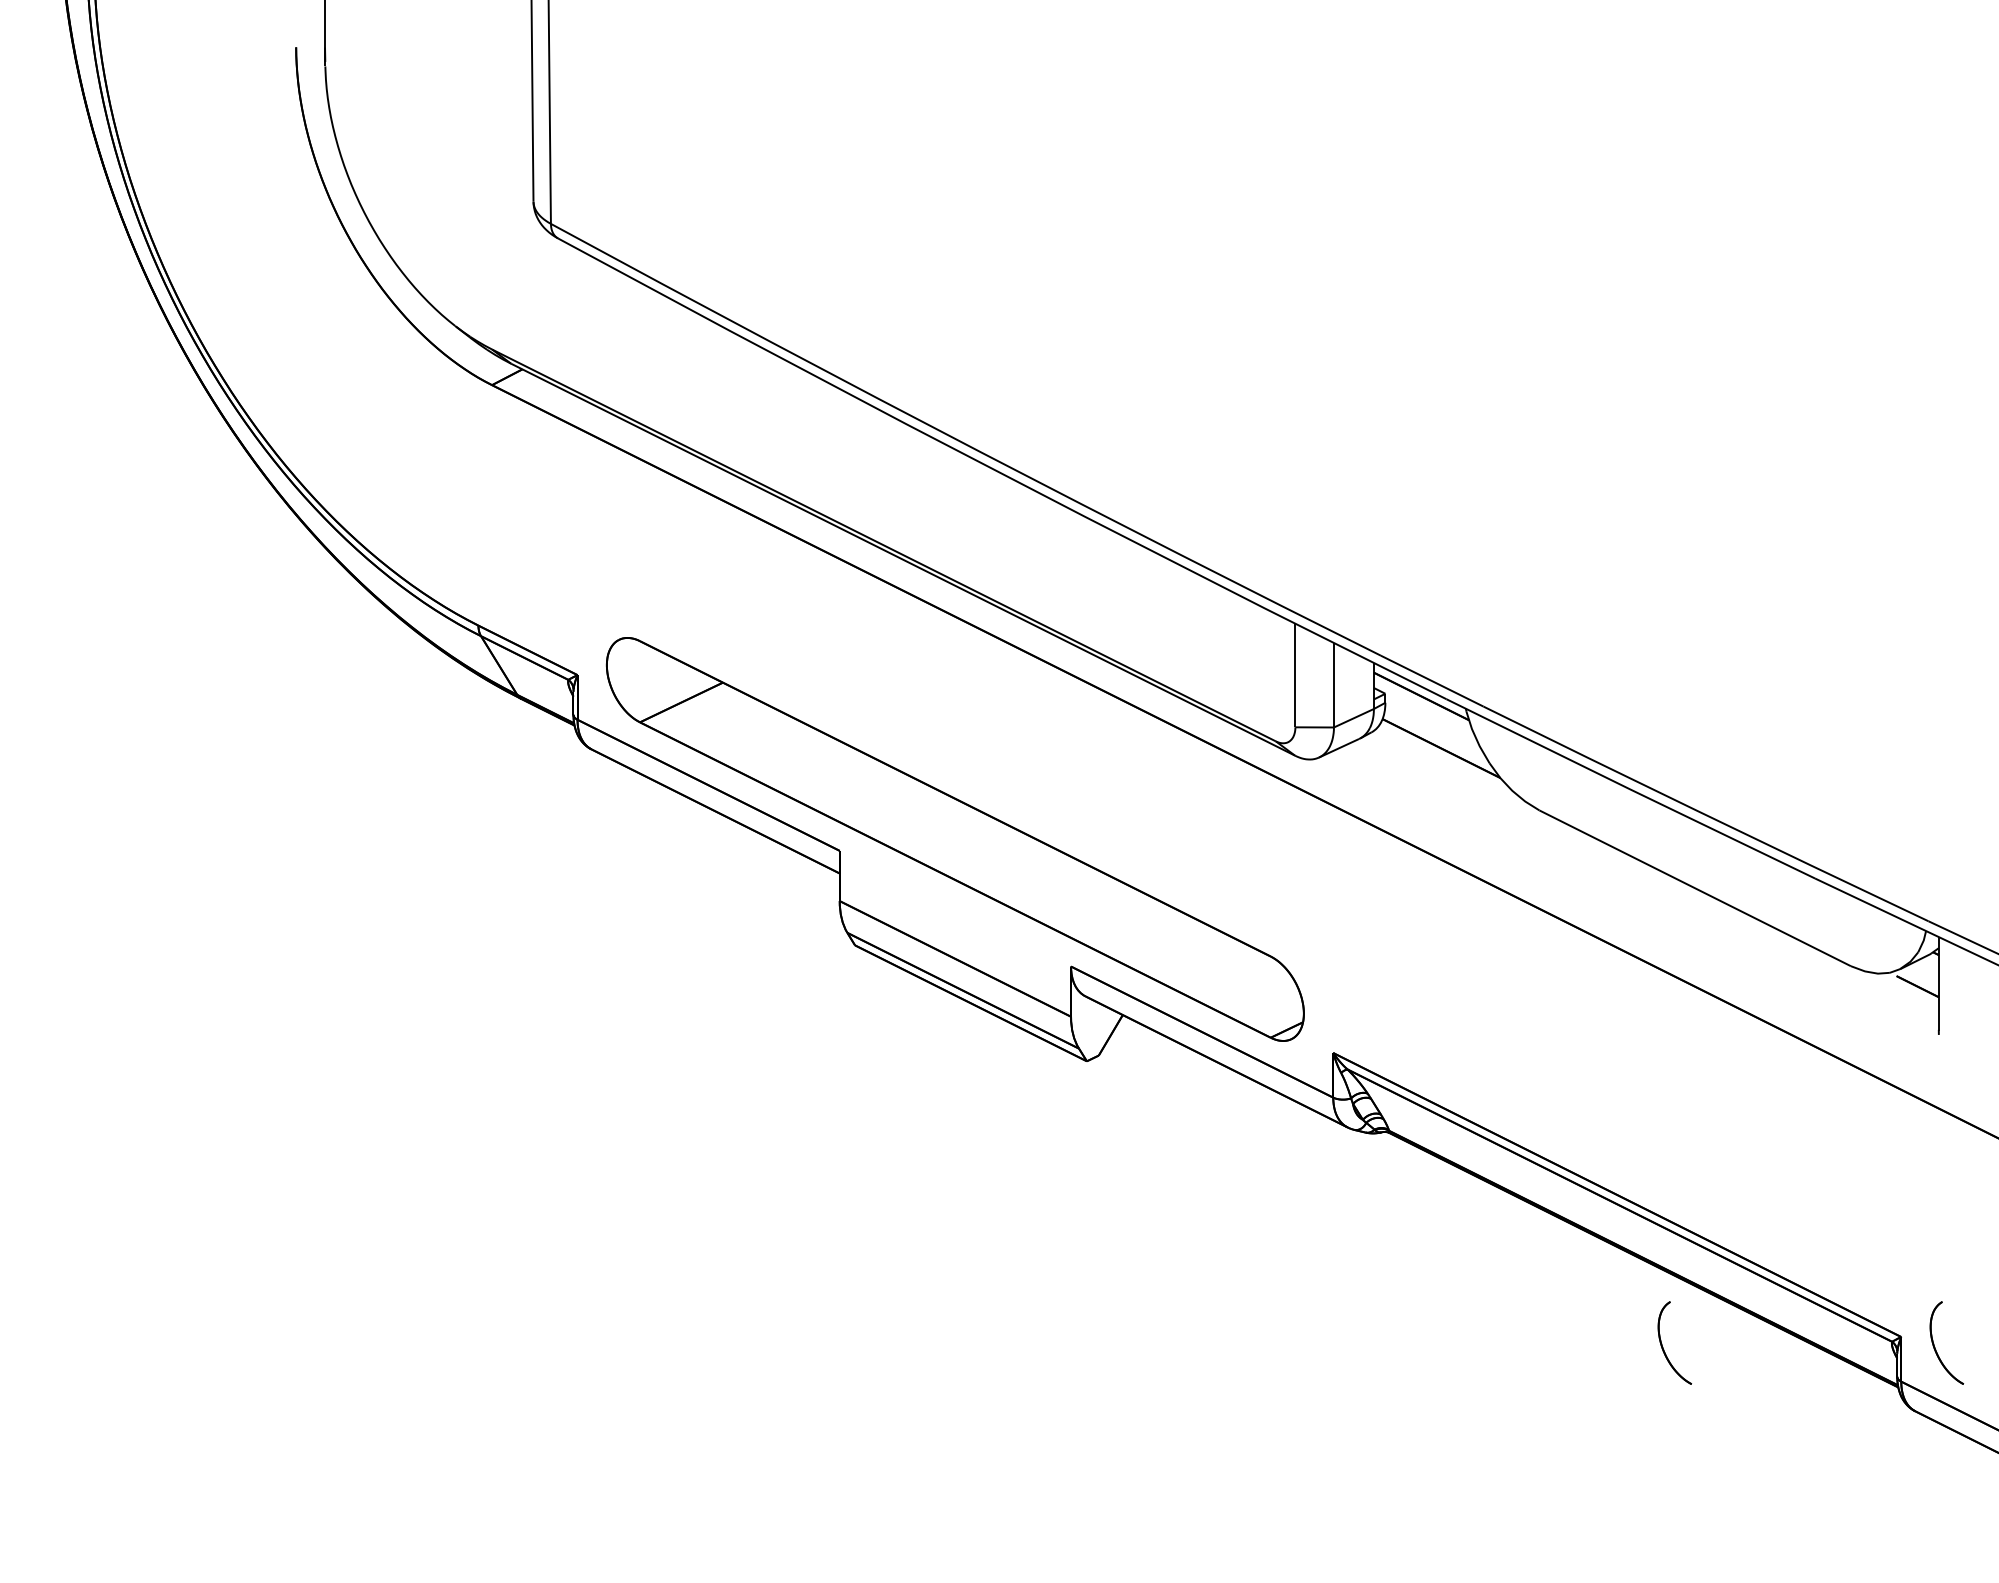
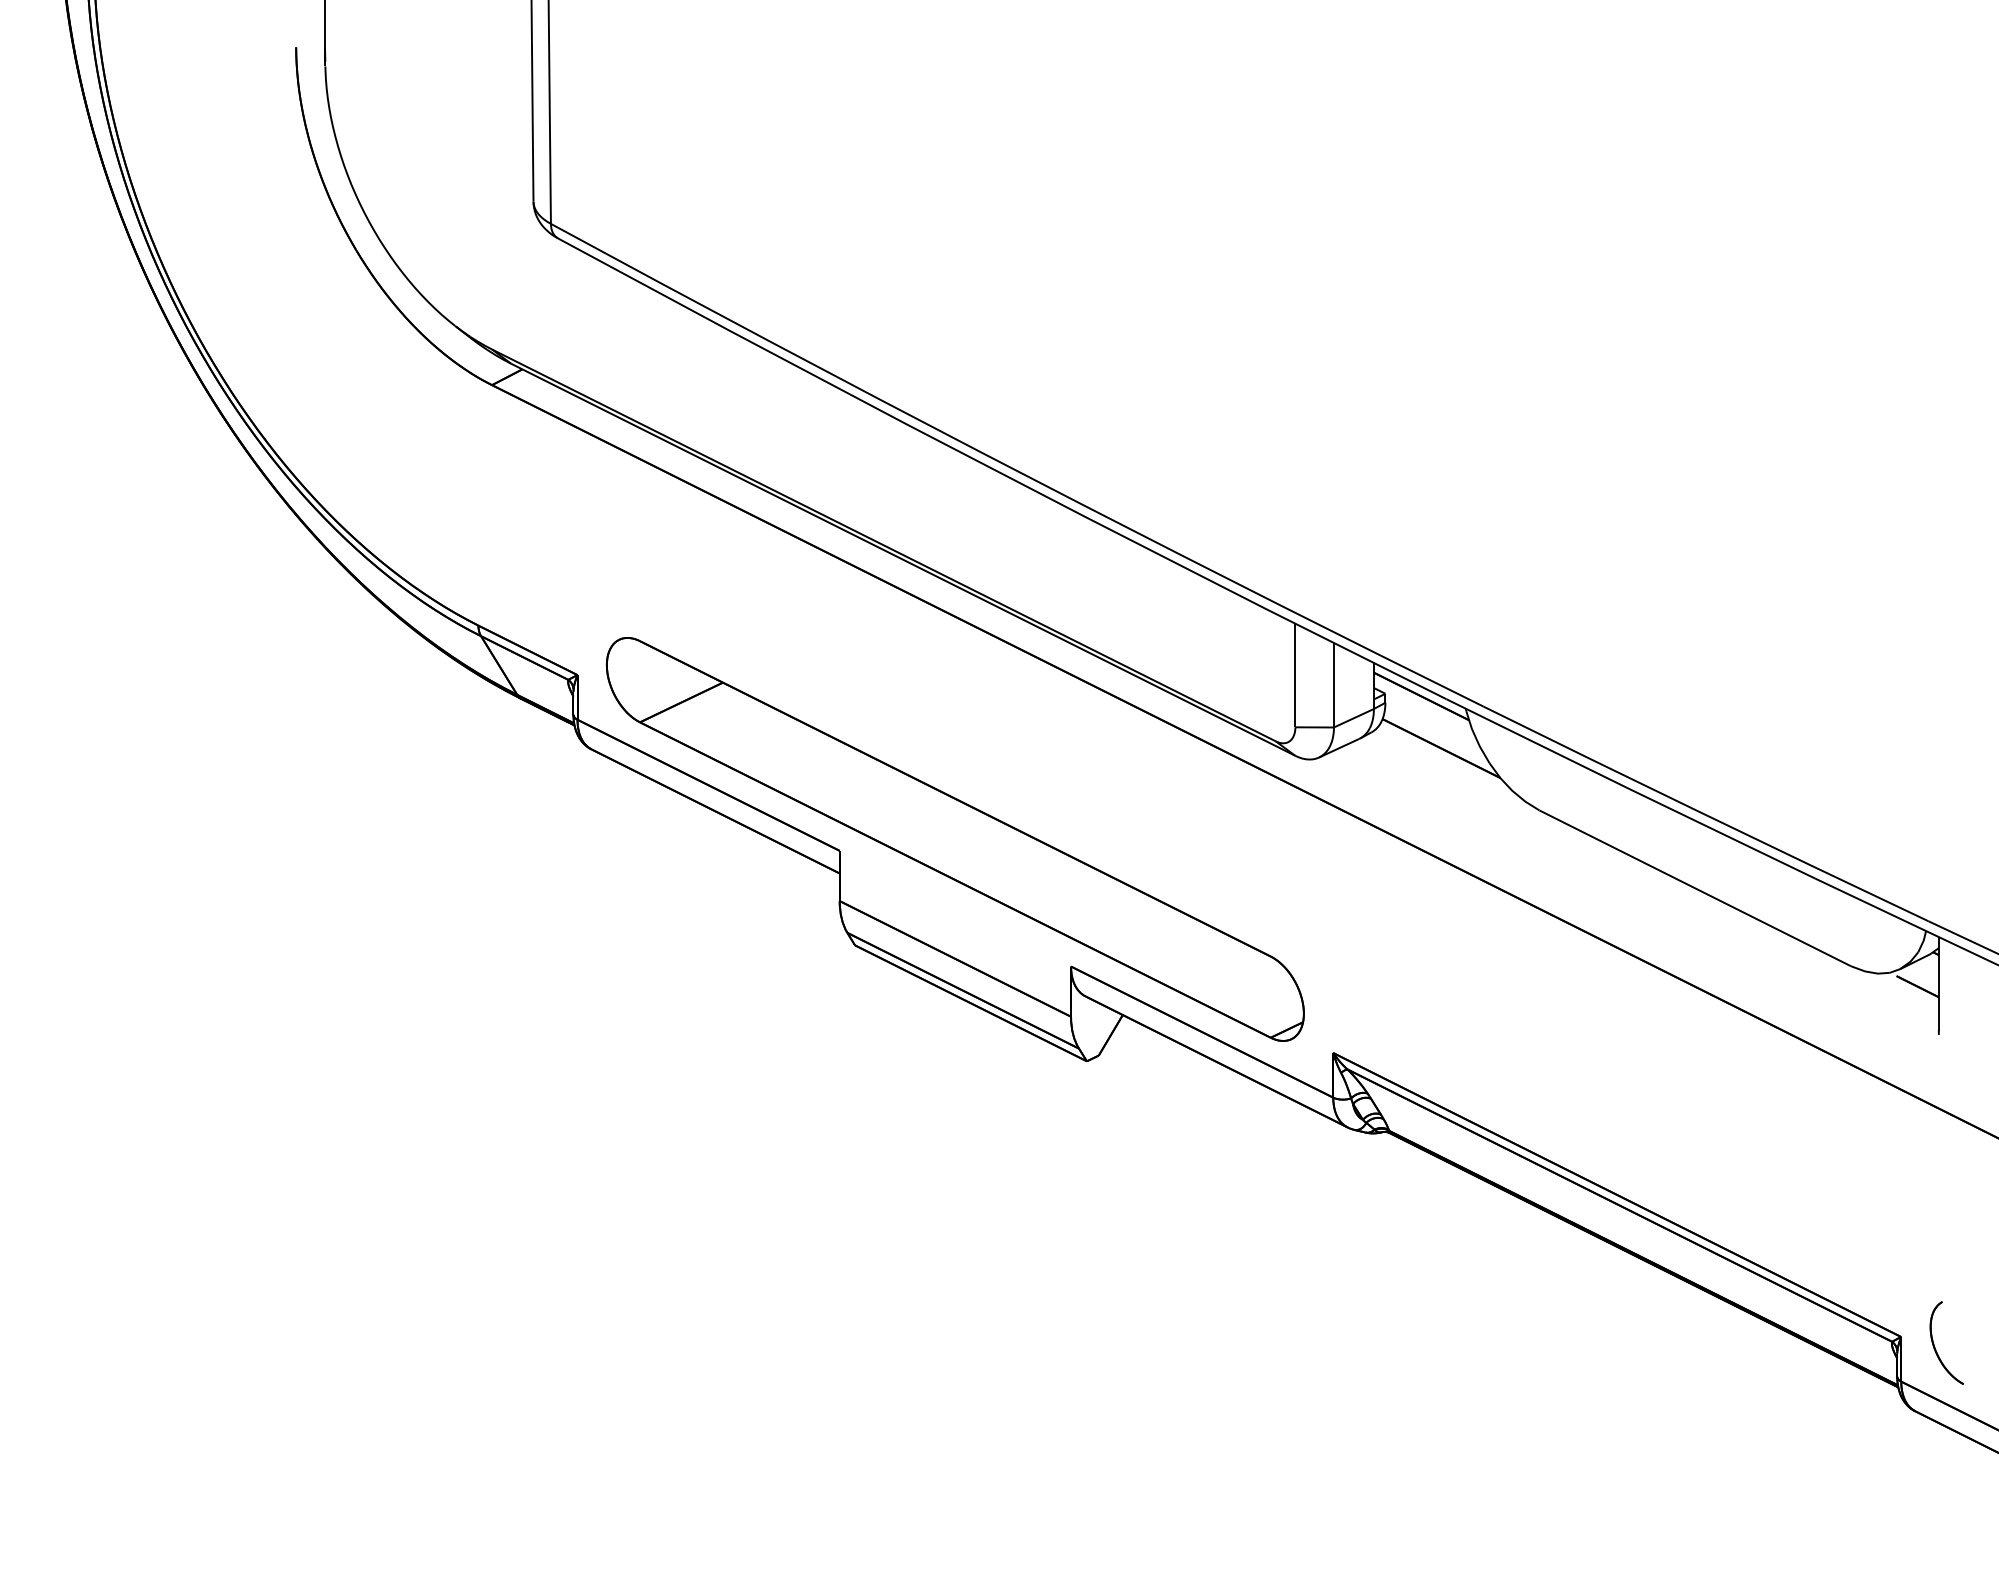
part at (1662, 1343): present -> none
